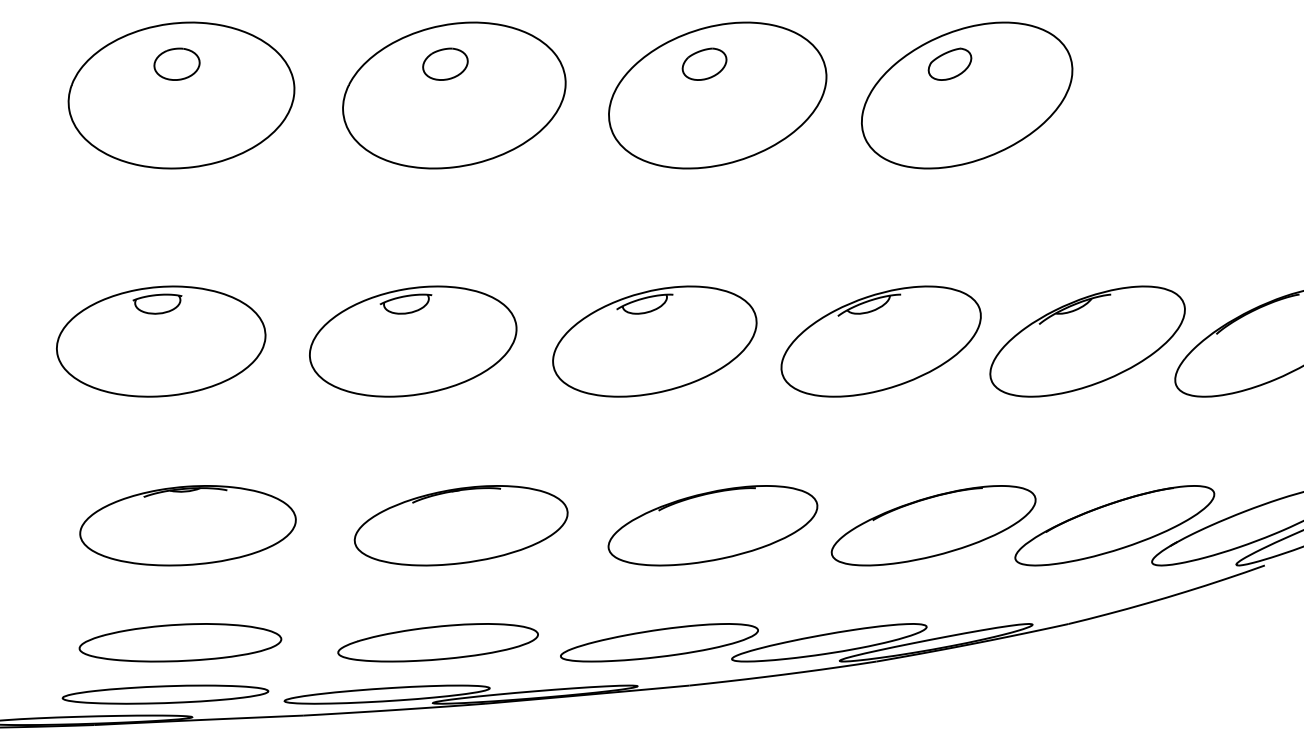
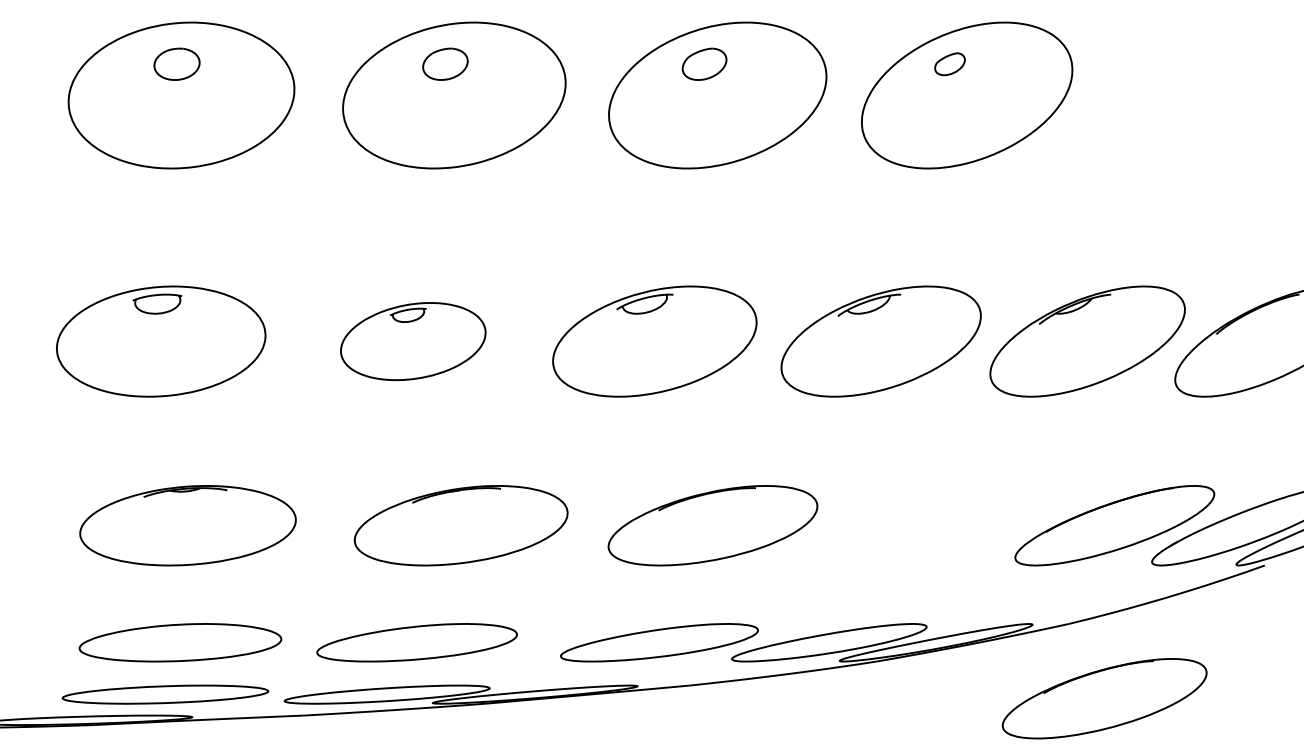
part at (949, 63) size: 46x34 px -> 32x25 px
part at (413, 341) size: 209x113 px -> 147x79 px
part at (933, 525) position: (933, 525) -> (1104, 698)
part at (437, 642) position: (437, 642) -> (416, 642)
